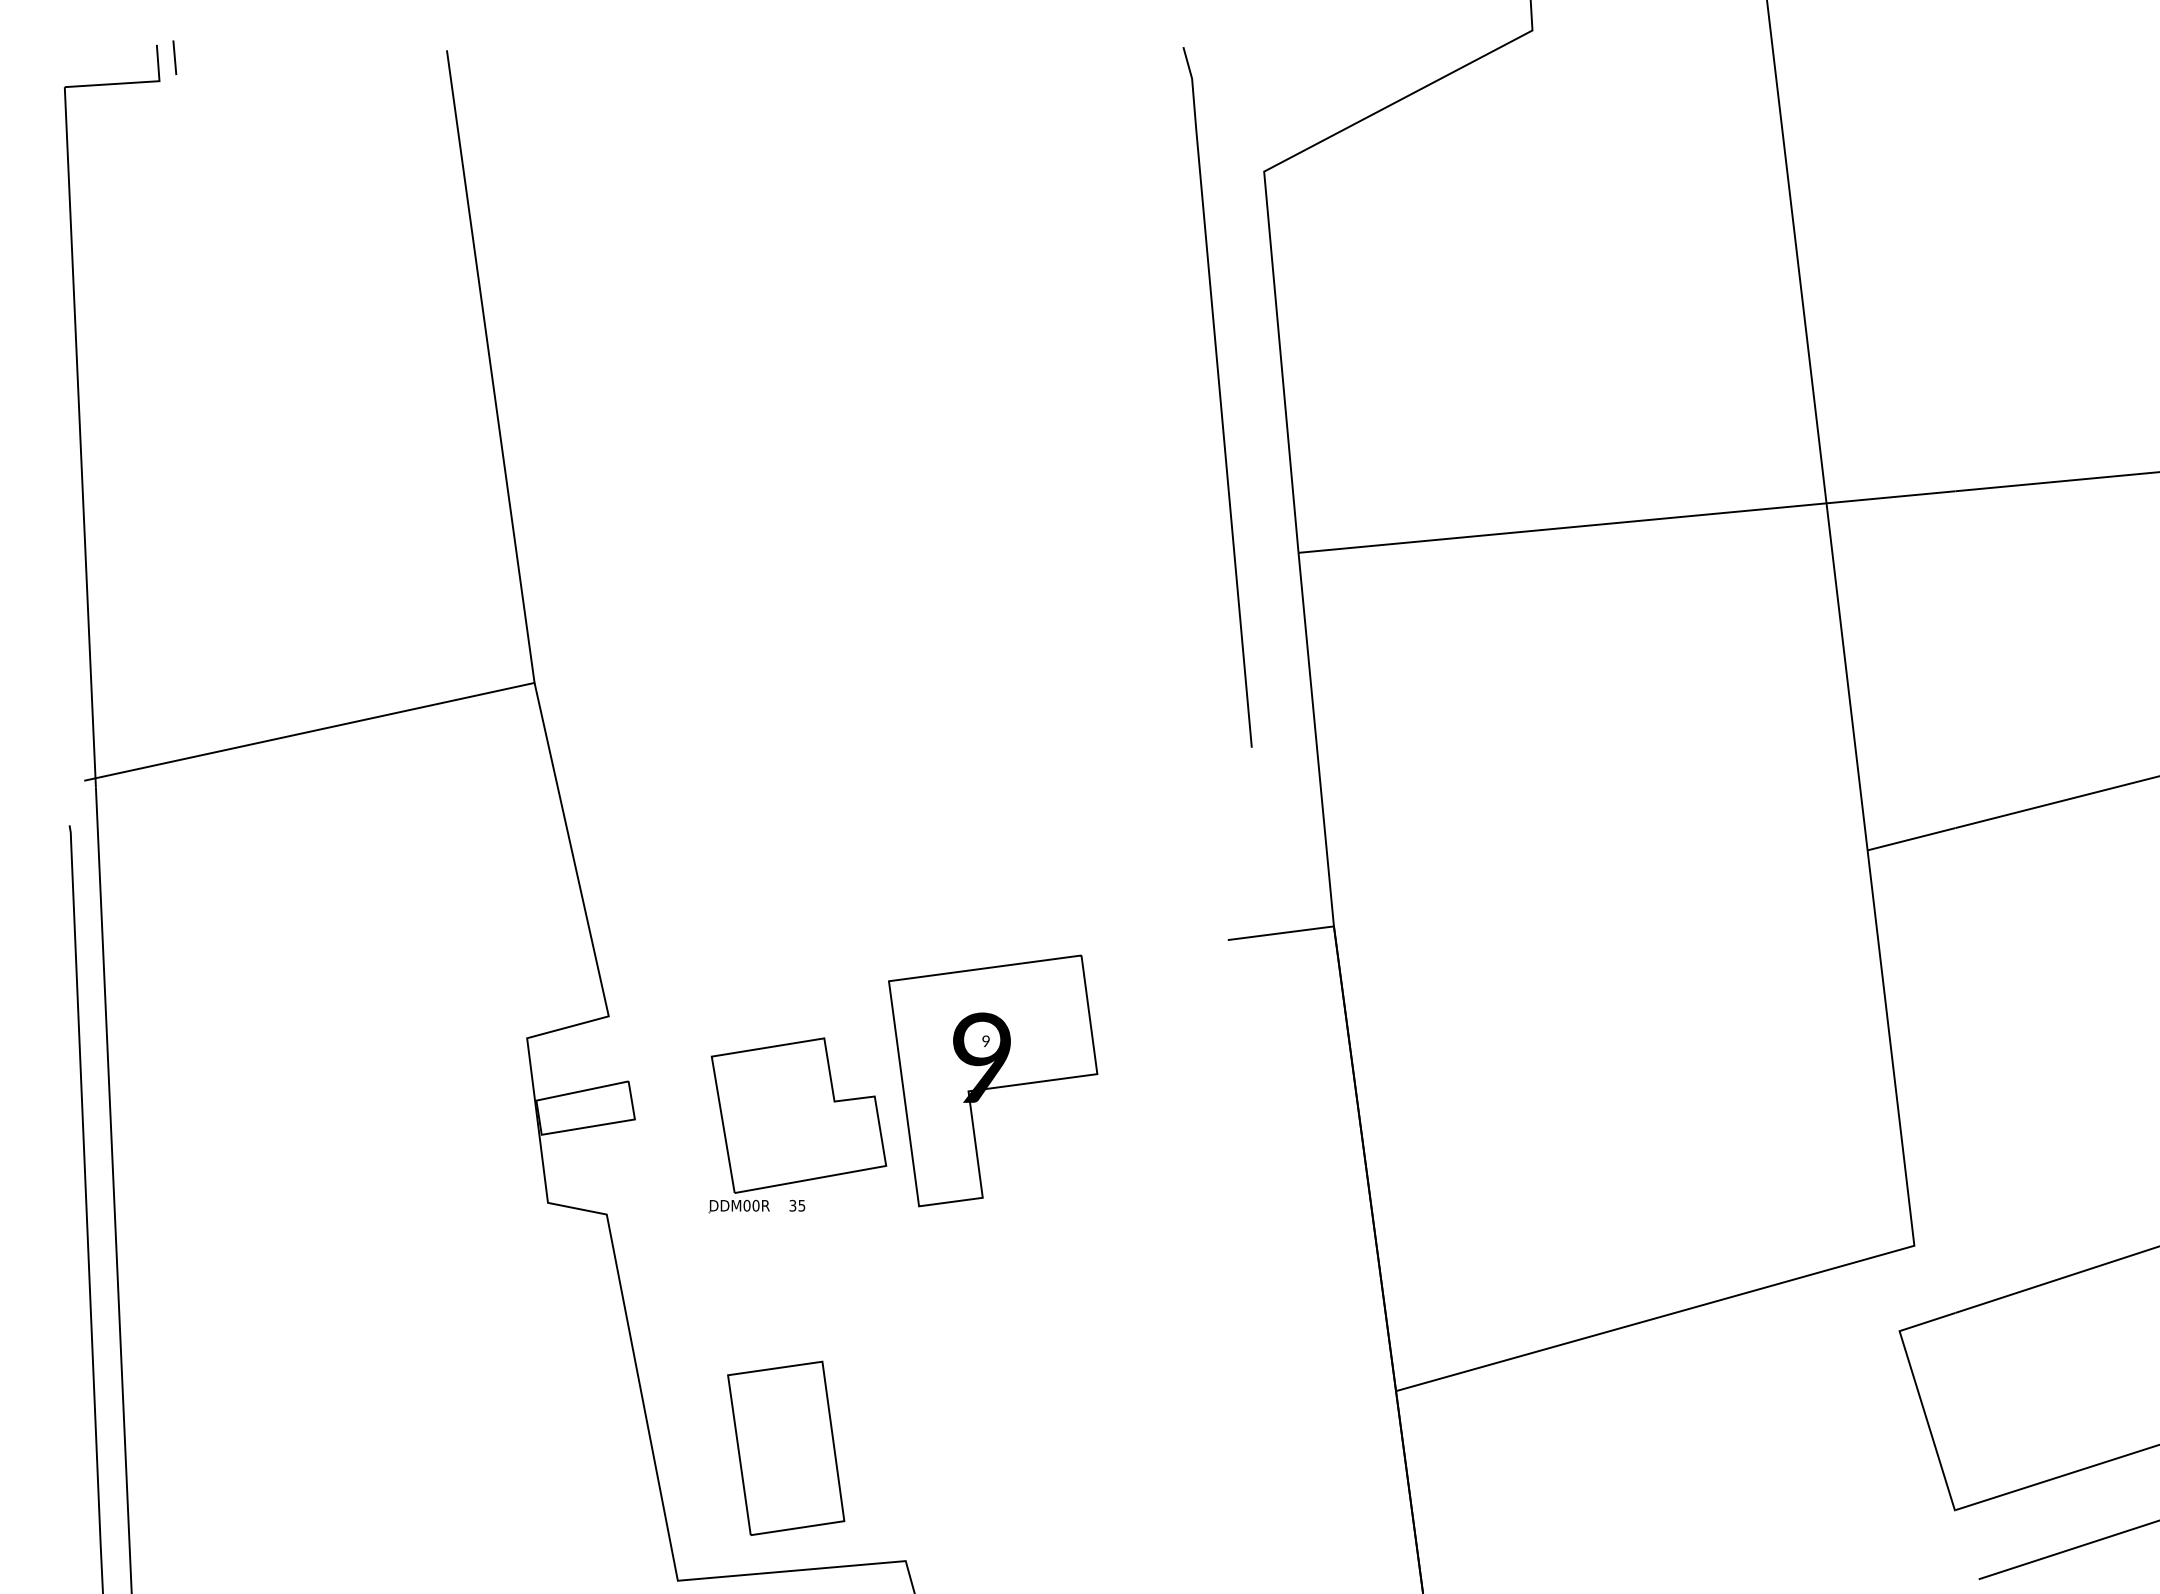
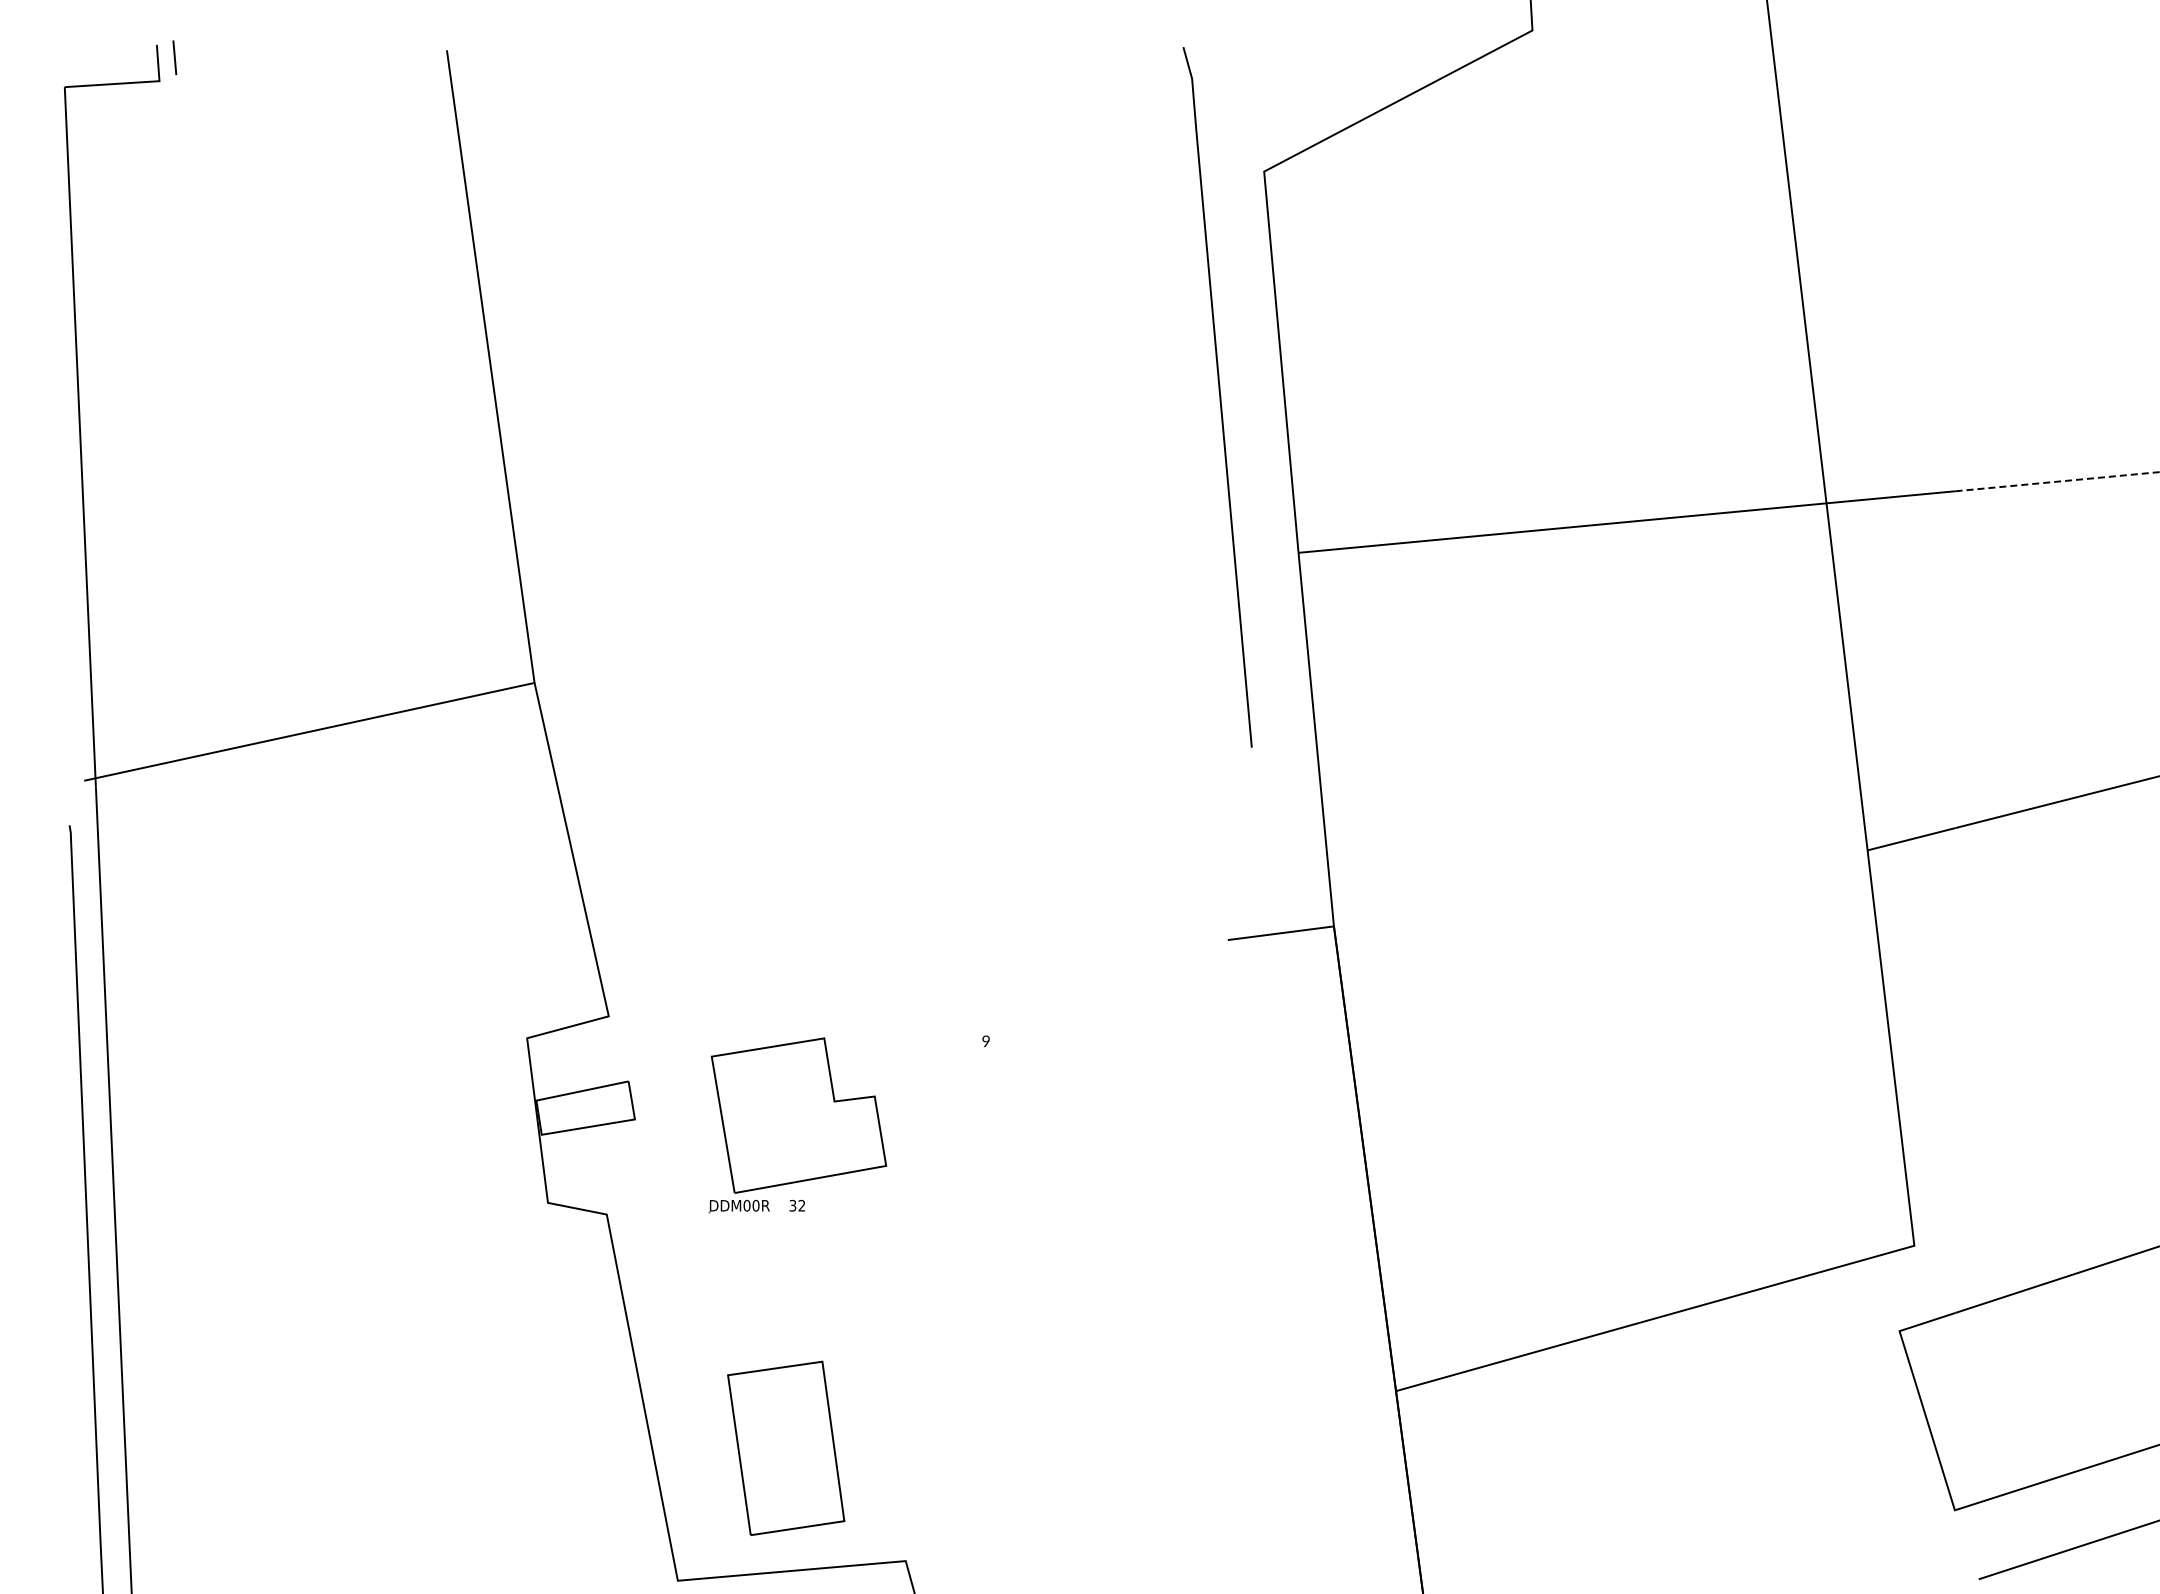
line at (2058, 481): solid -> dashed
part at (993, 1080): present -> none
text at (801, 1205): 35 -> 32
